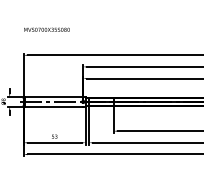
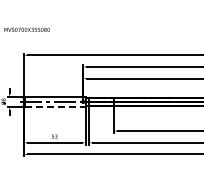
text at (46, 29) position: (46, 29) -> (26, 29)
line at (54, 106): solid -> dashed
